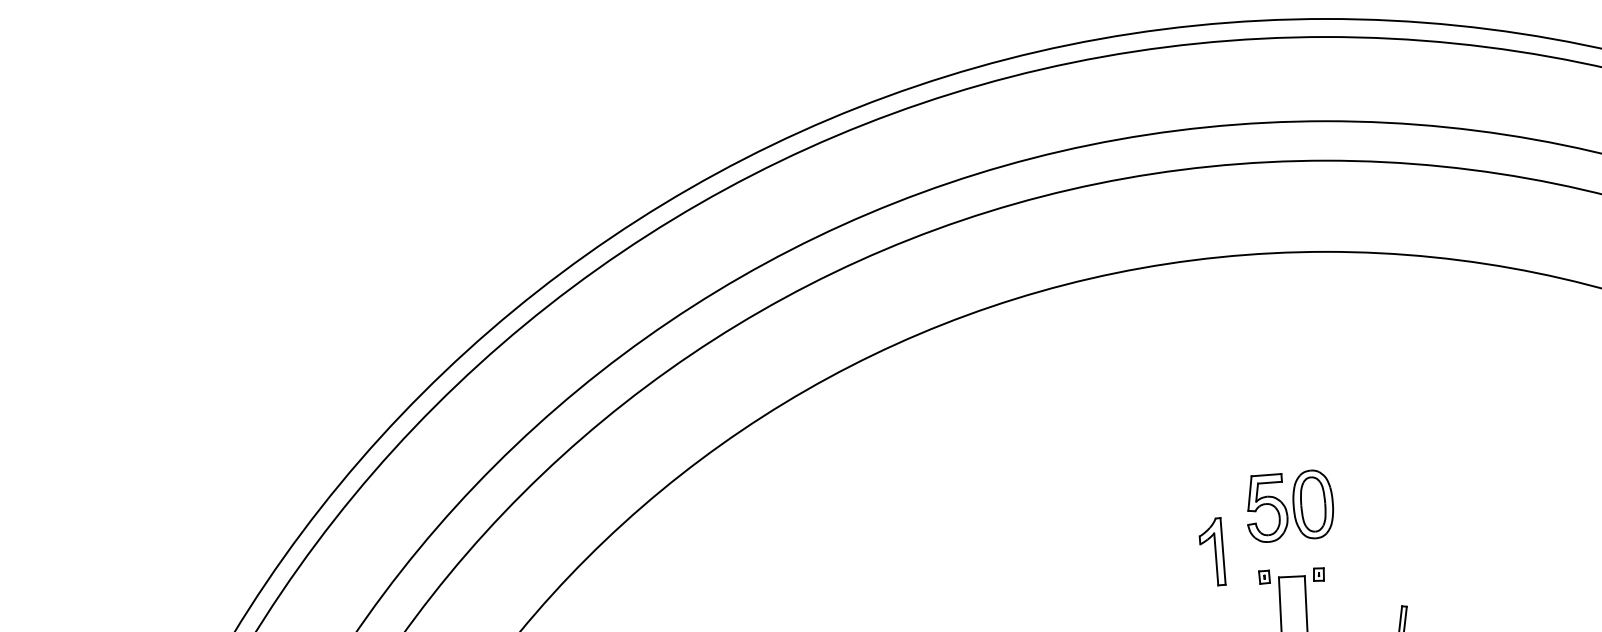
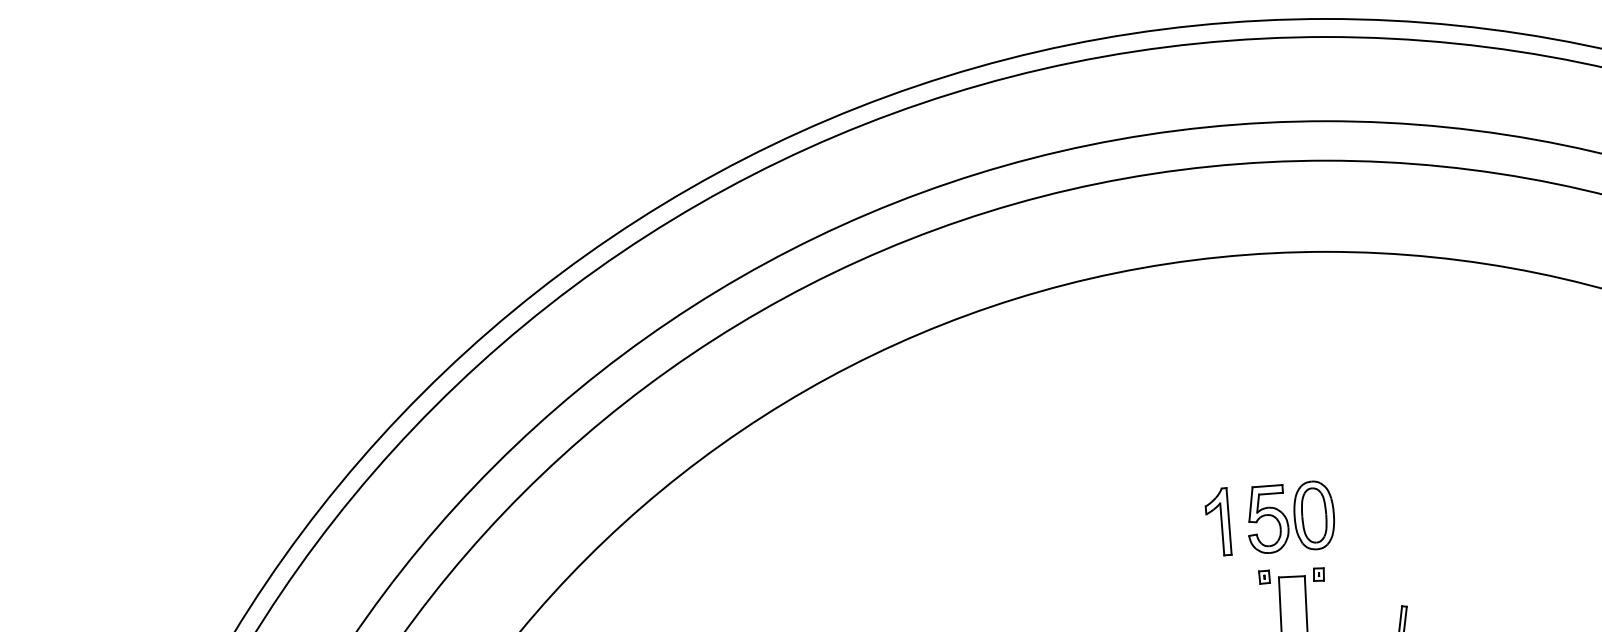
part at (1290, 505) position: (1290, 505) -> (1291, 516)
part at (1212, 551) position: (1212, 551) -> (1218, 521)
